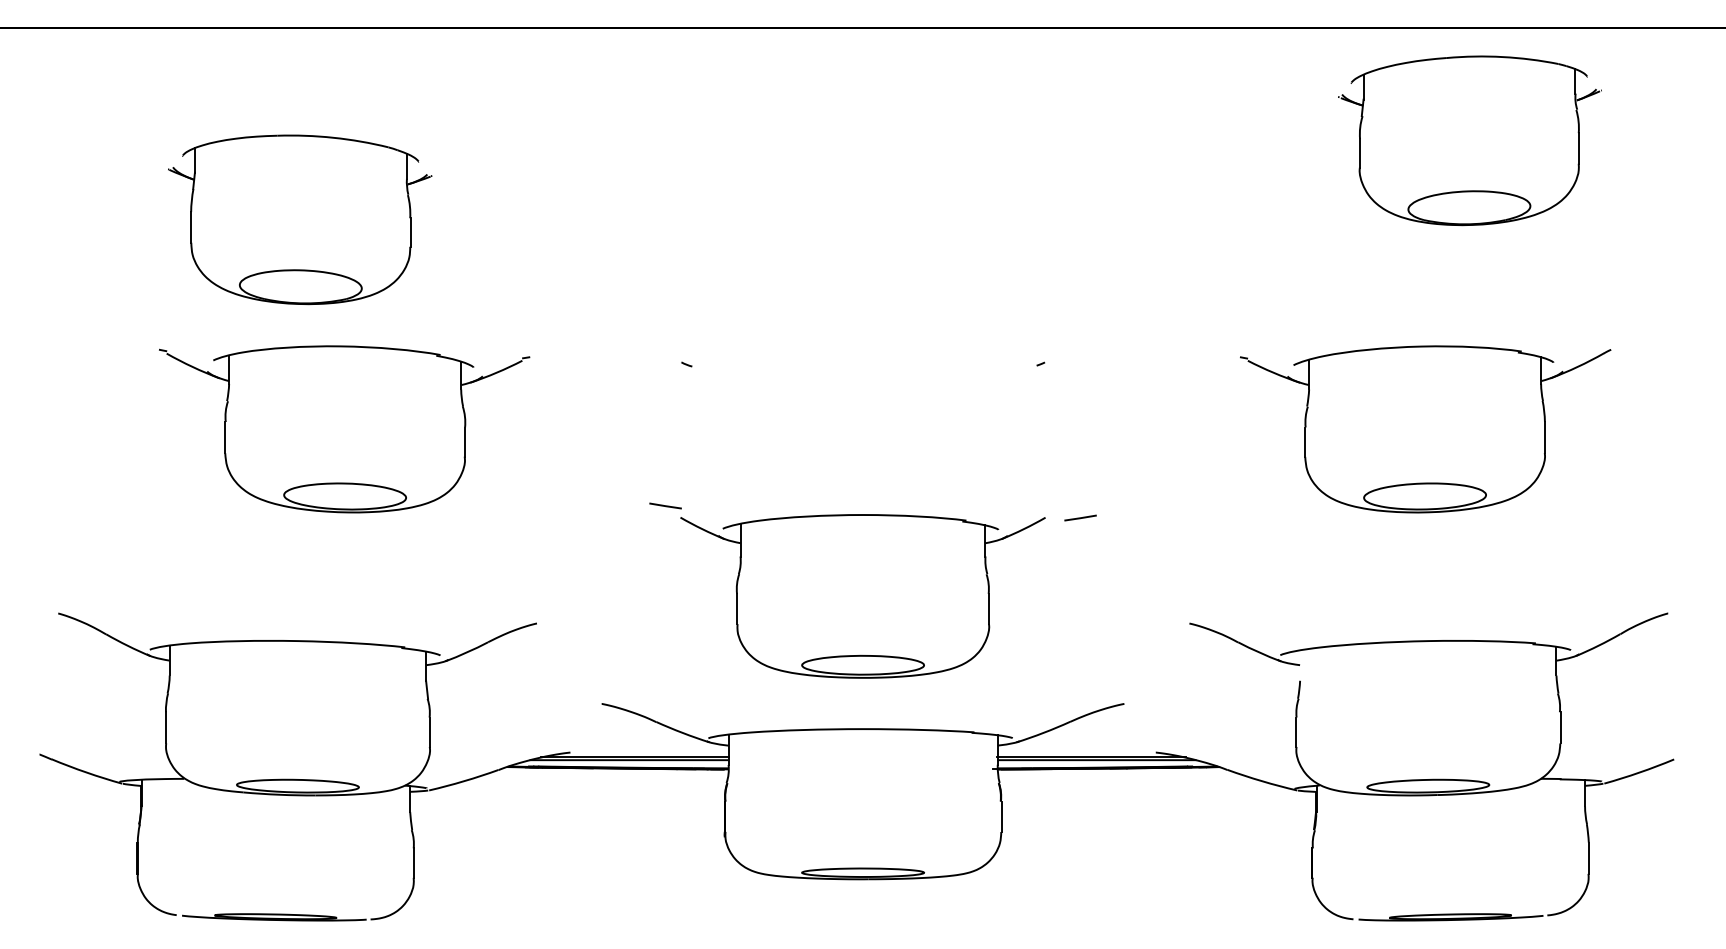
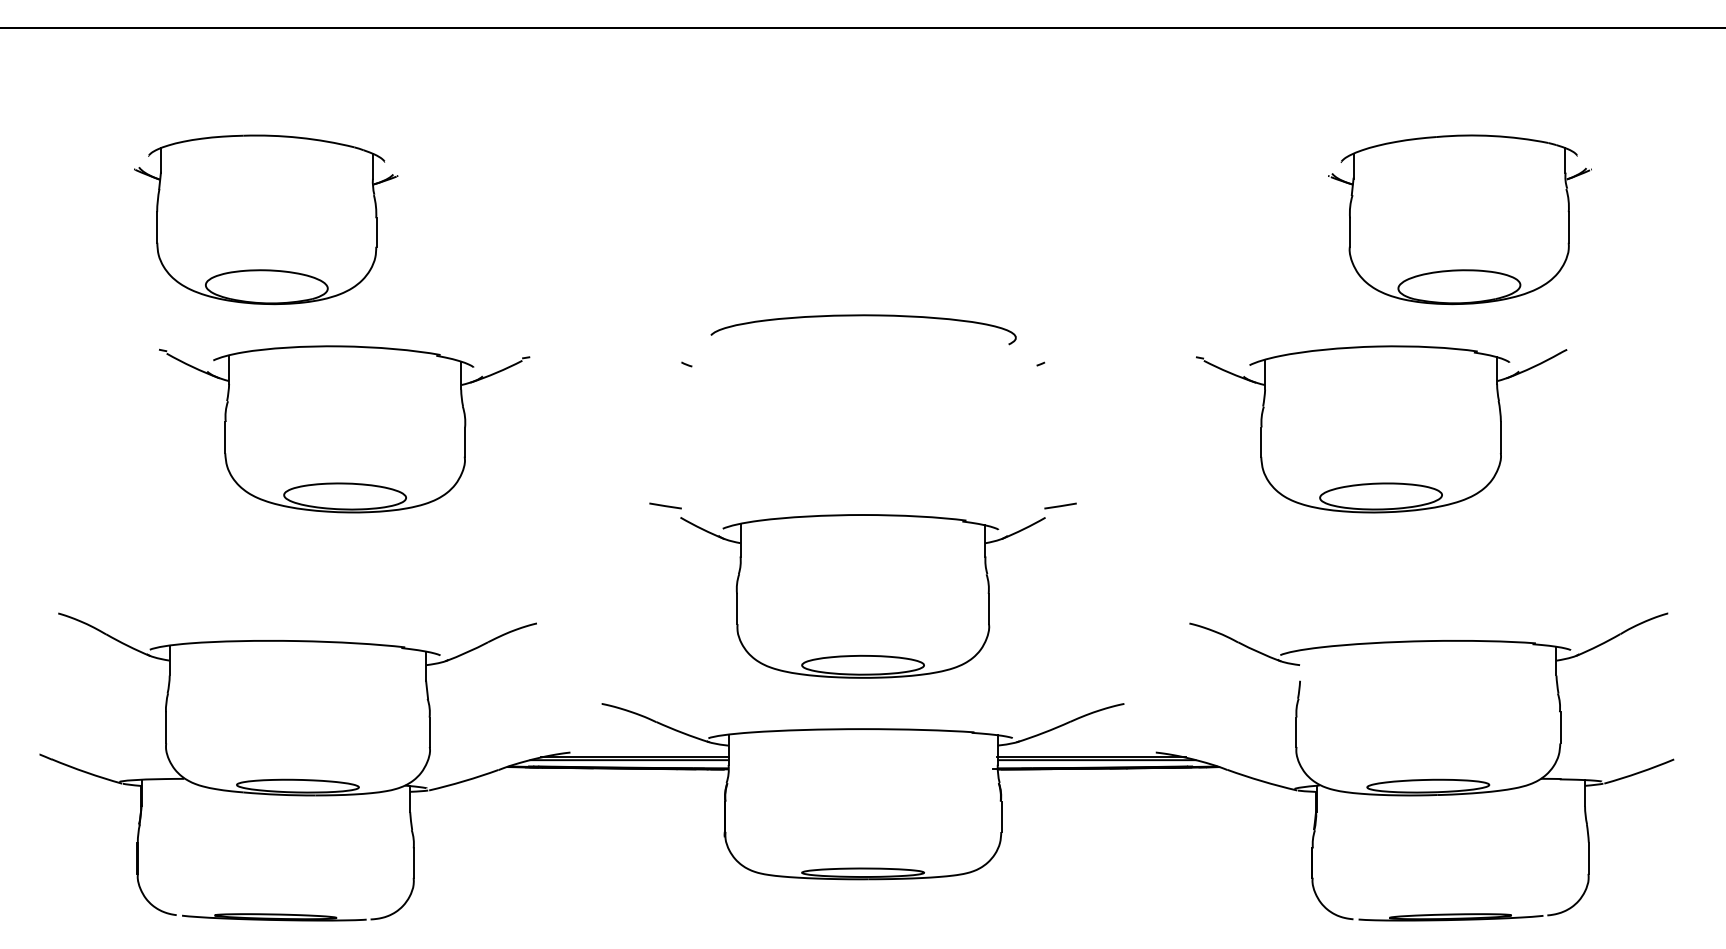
part at (1469, 140) position: (1469, 140) -> (1459, 219)
part at (300, 219) position: (300, 219) -> (266, 219)
curve at (863, 316): none -> present
part at (1425, 429) position: (1425, 429) -> (1381, 429)
line at (1080, 517) position: (1080, 517) -> (1060, 505)
